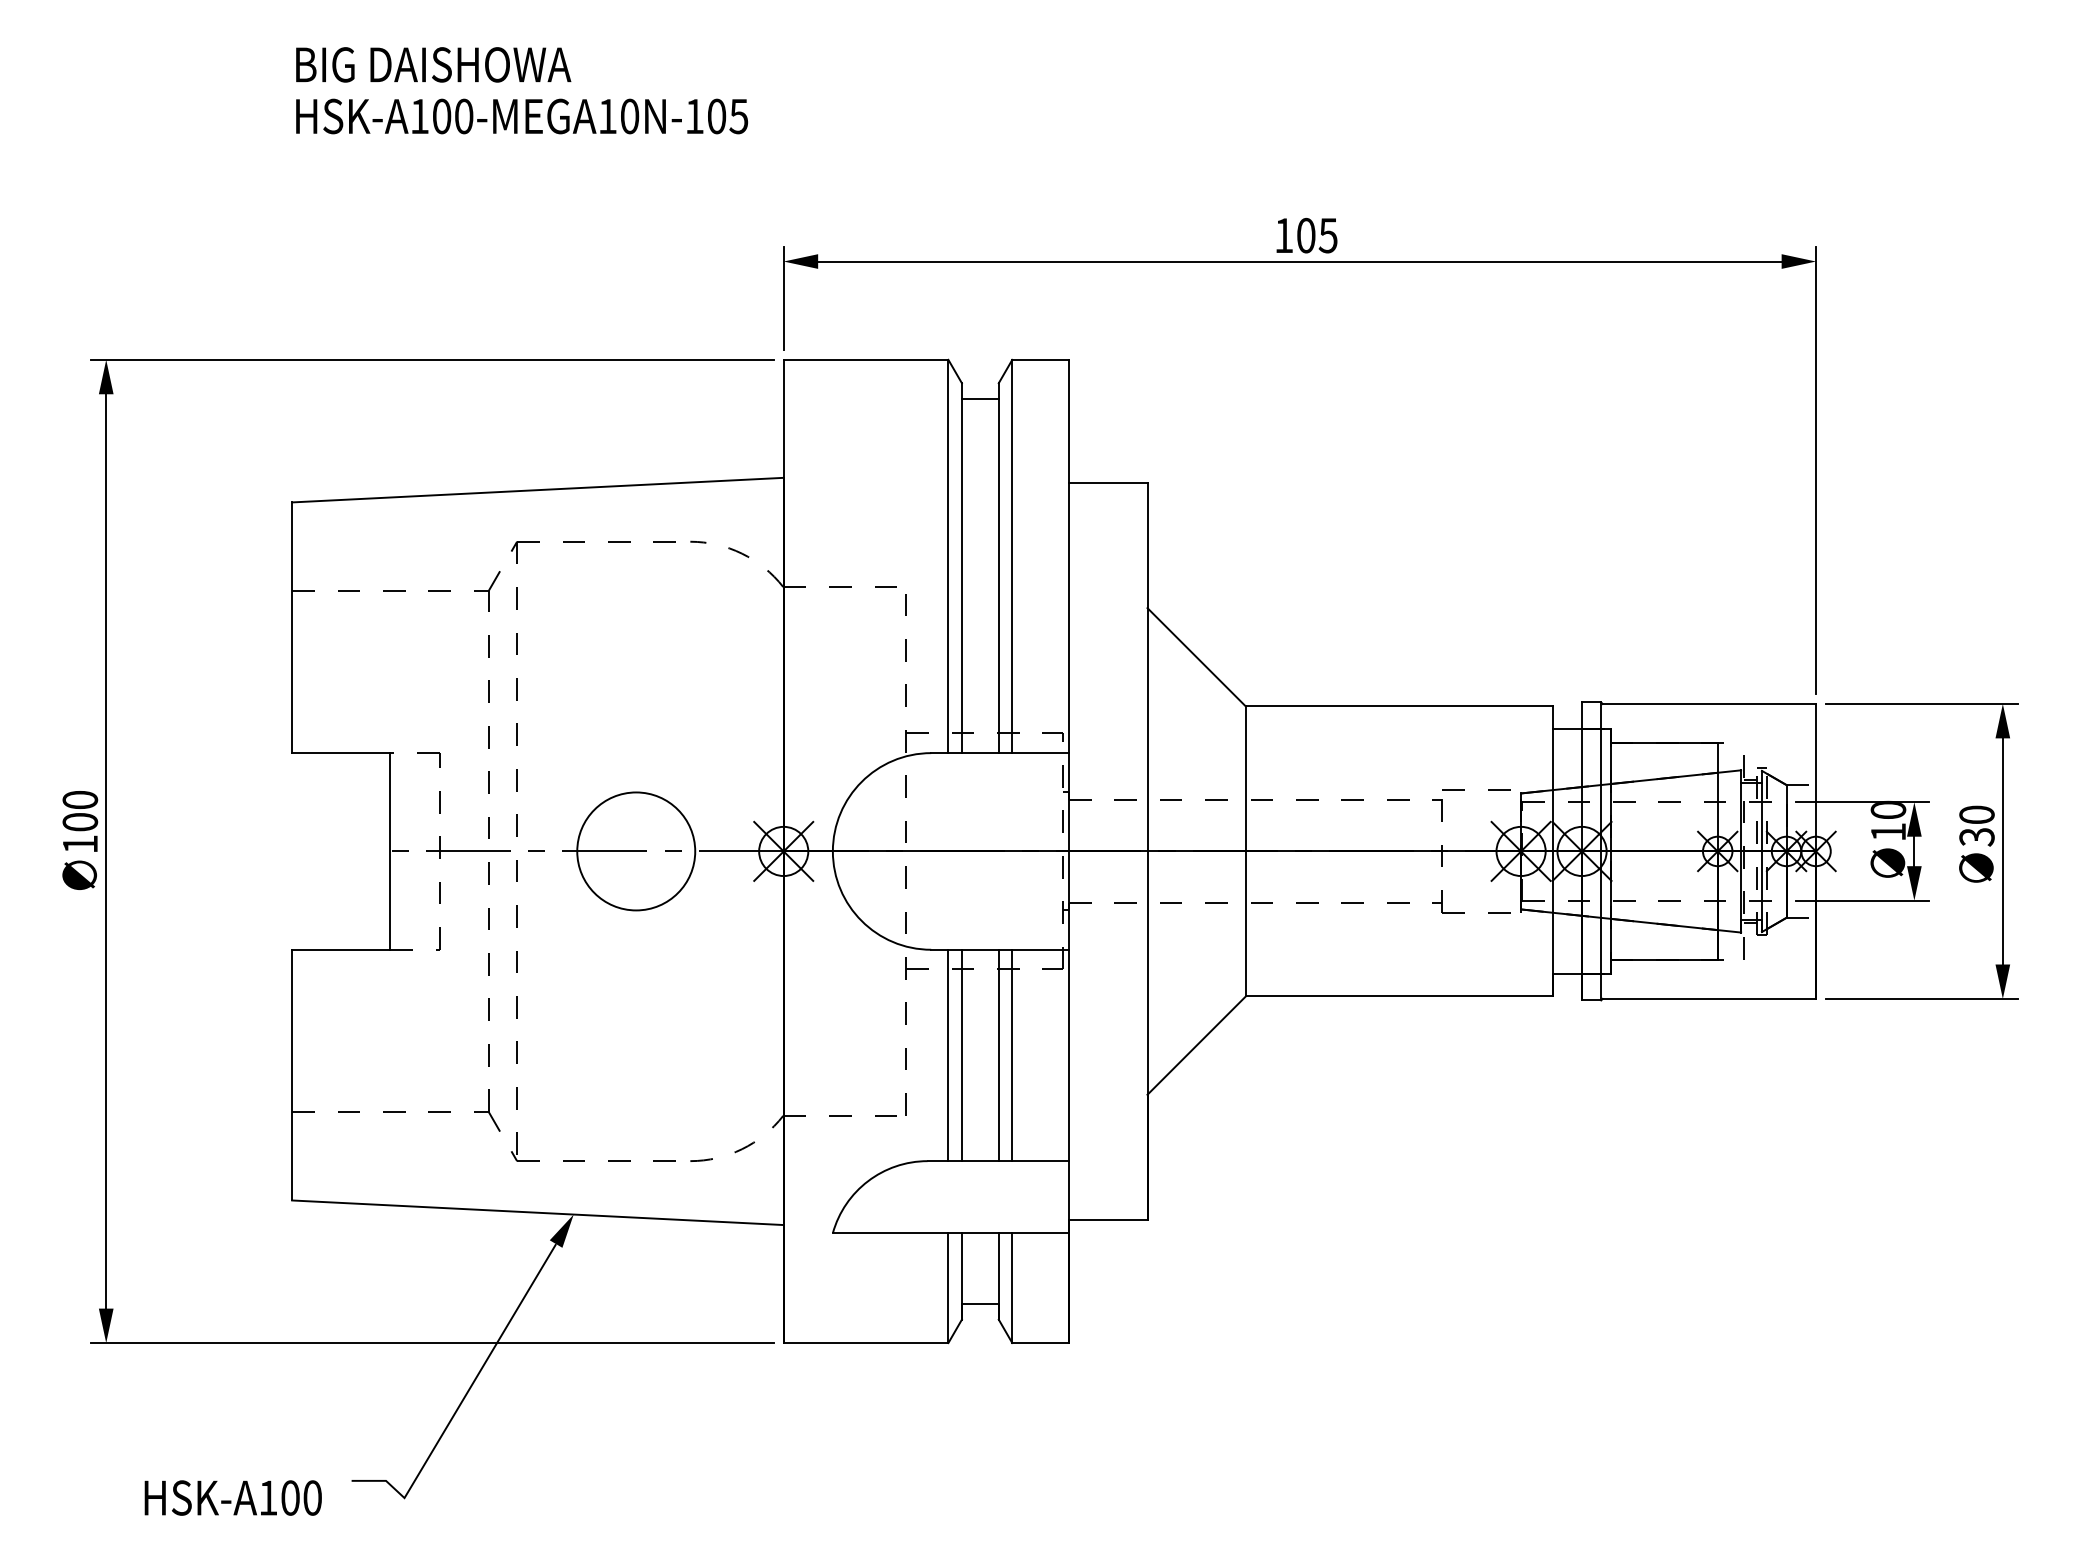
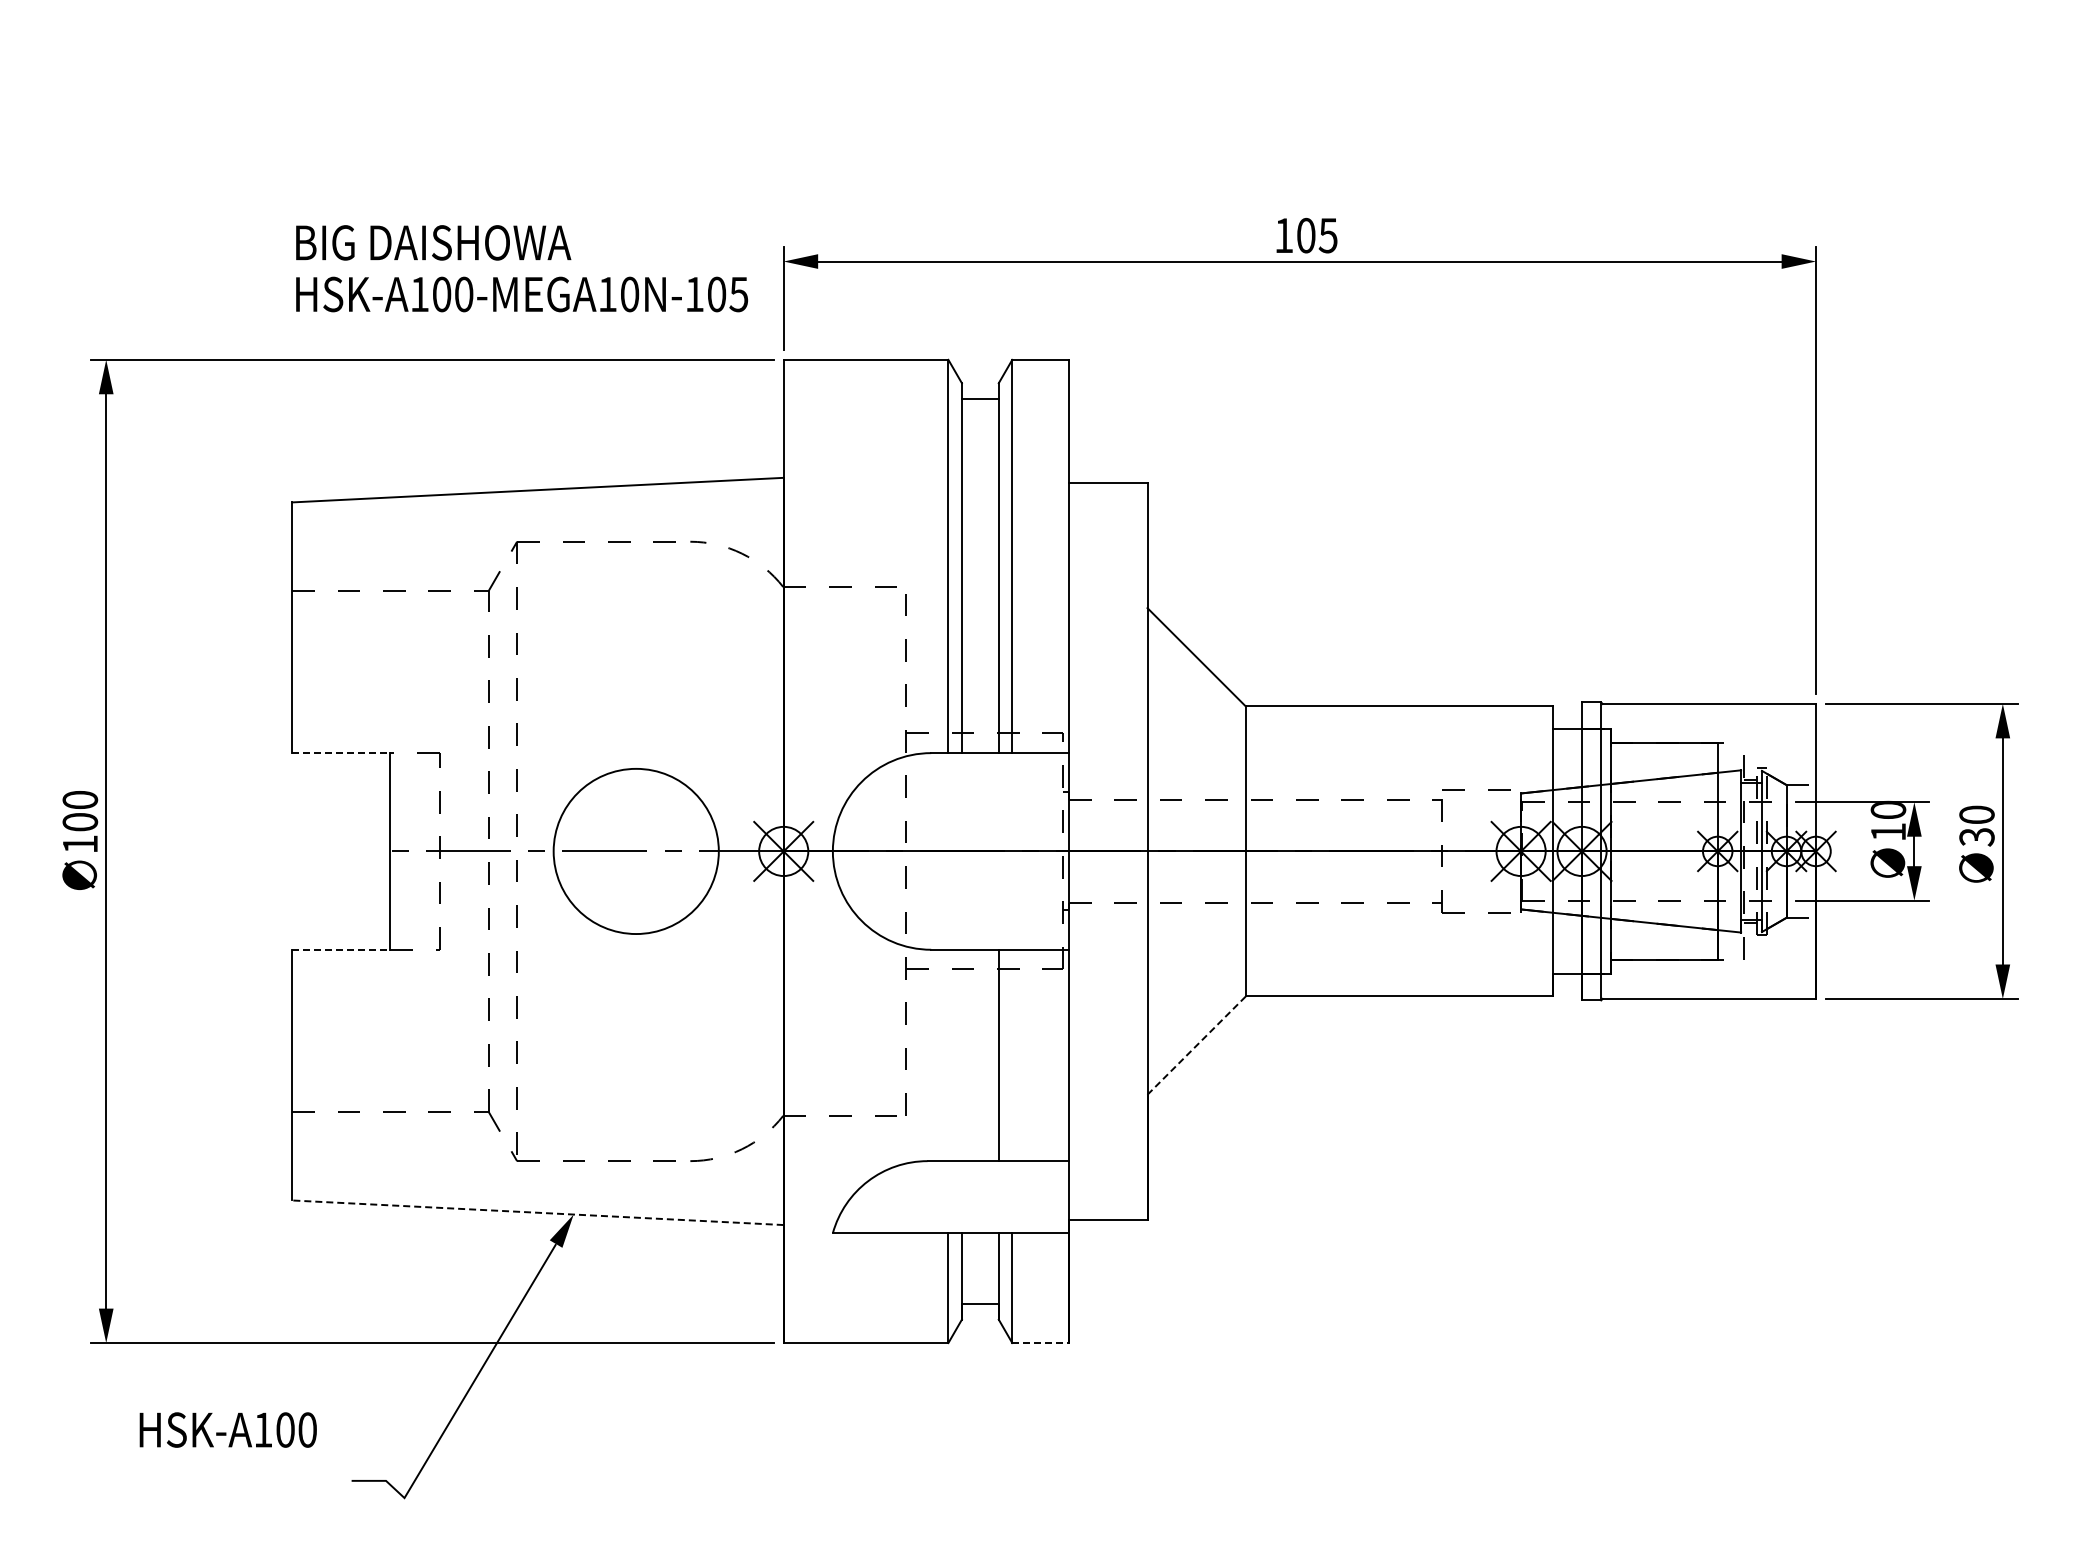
text at (522, 90) position: (522, 90) -> (522, 268)
line at (341, 753): solid -> dashed
circle at (636, 851) diameter: 118 px -> 165 px
line at (341, 949): solid -> dashed
line at (1196, 1045): solid -> dashed
line at (948, 1055): present -> none
line at (961, 1055): present -> none
line at (1012, 1055): present -> none
line at (537, 1212): solid -> dashed
line at (1041, 1343): solid -> dashed
text at (232, 1497) position: (232, 1497) -> (227, 1429)
